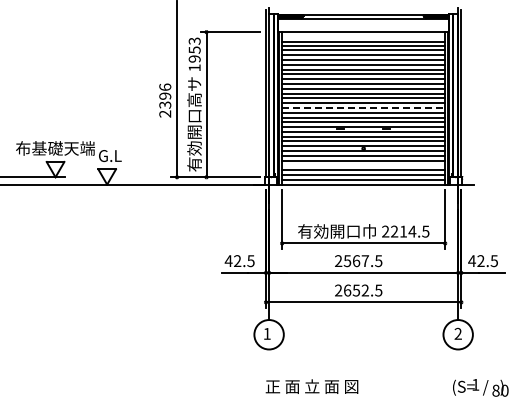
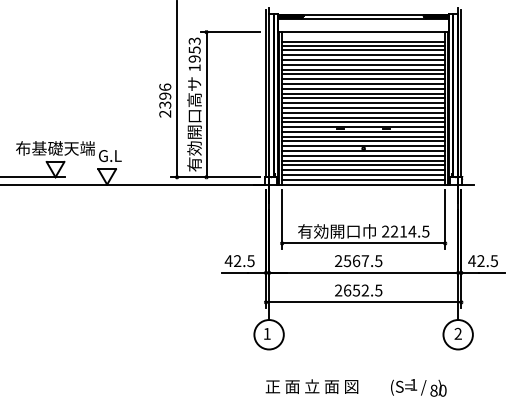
line at (363, 107): dashed -> solid
line at (363, 165): none -> present
text at (480, 387) position: (480, 387) -> (418, 387)
